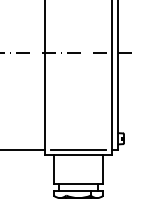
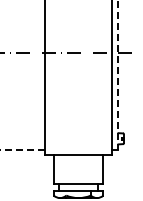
line at (118, 75): solid -> dashed
line at (22, 150): solid -> dashed
line at (78, 150): present -> none
